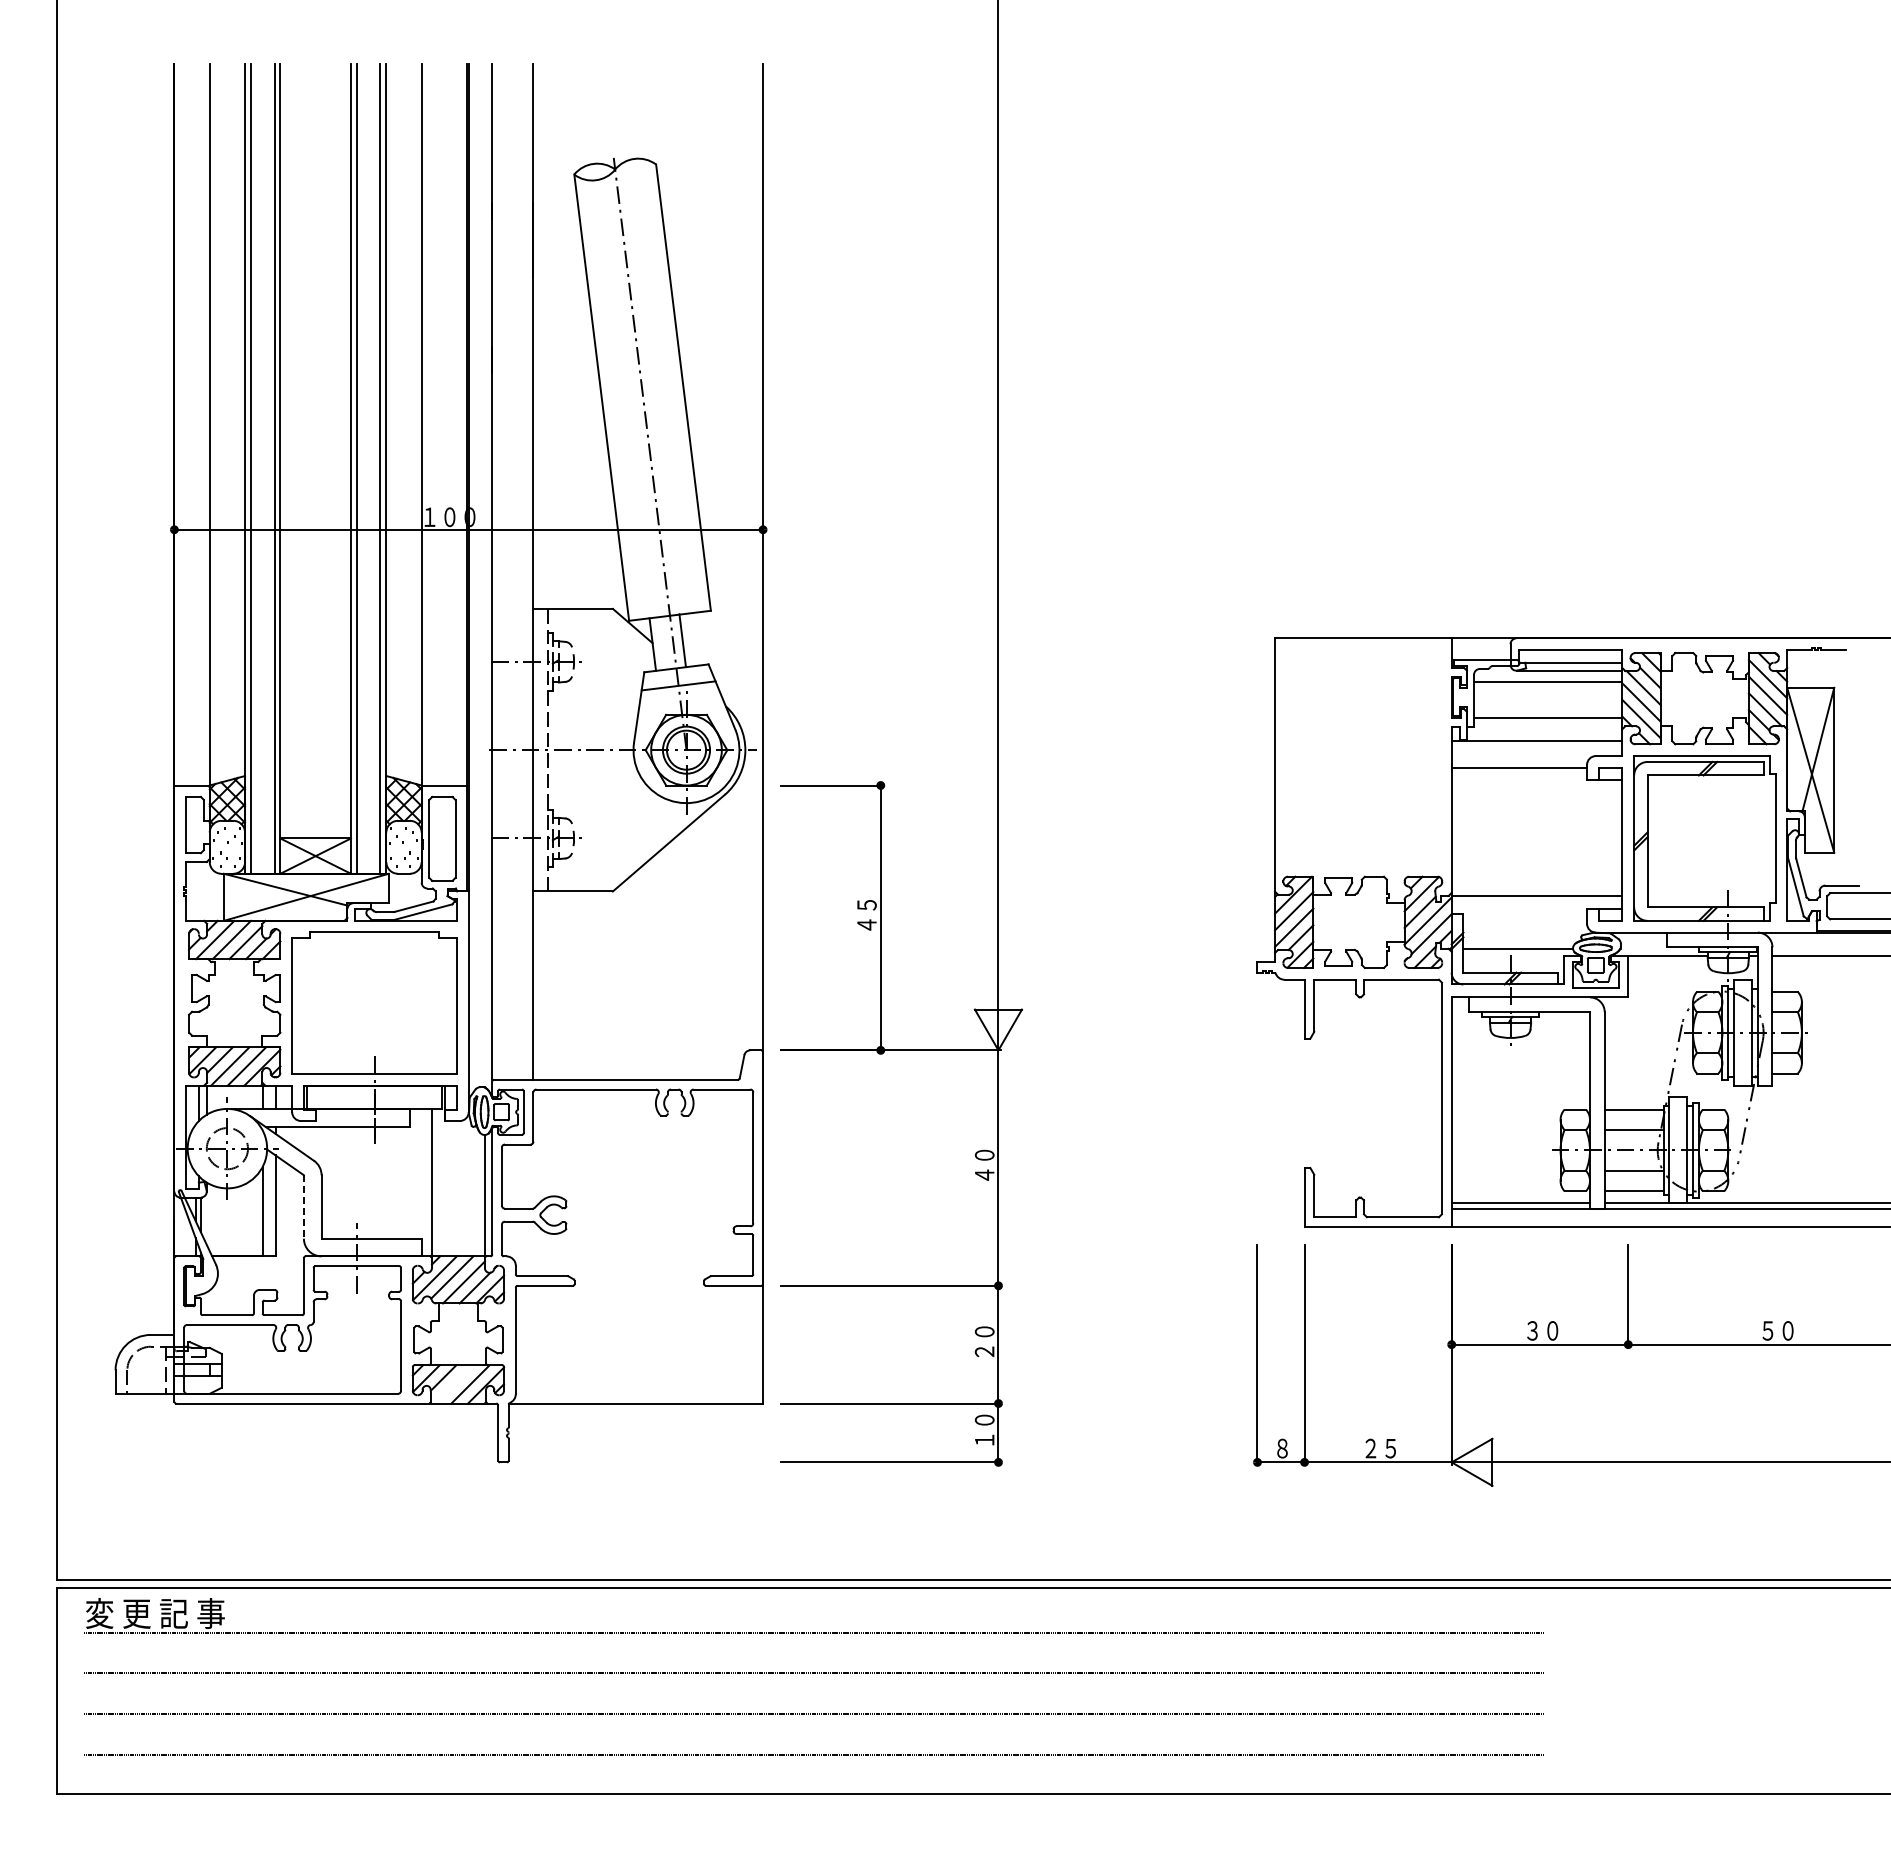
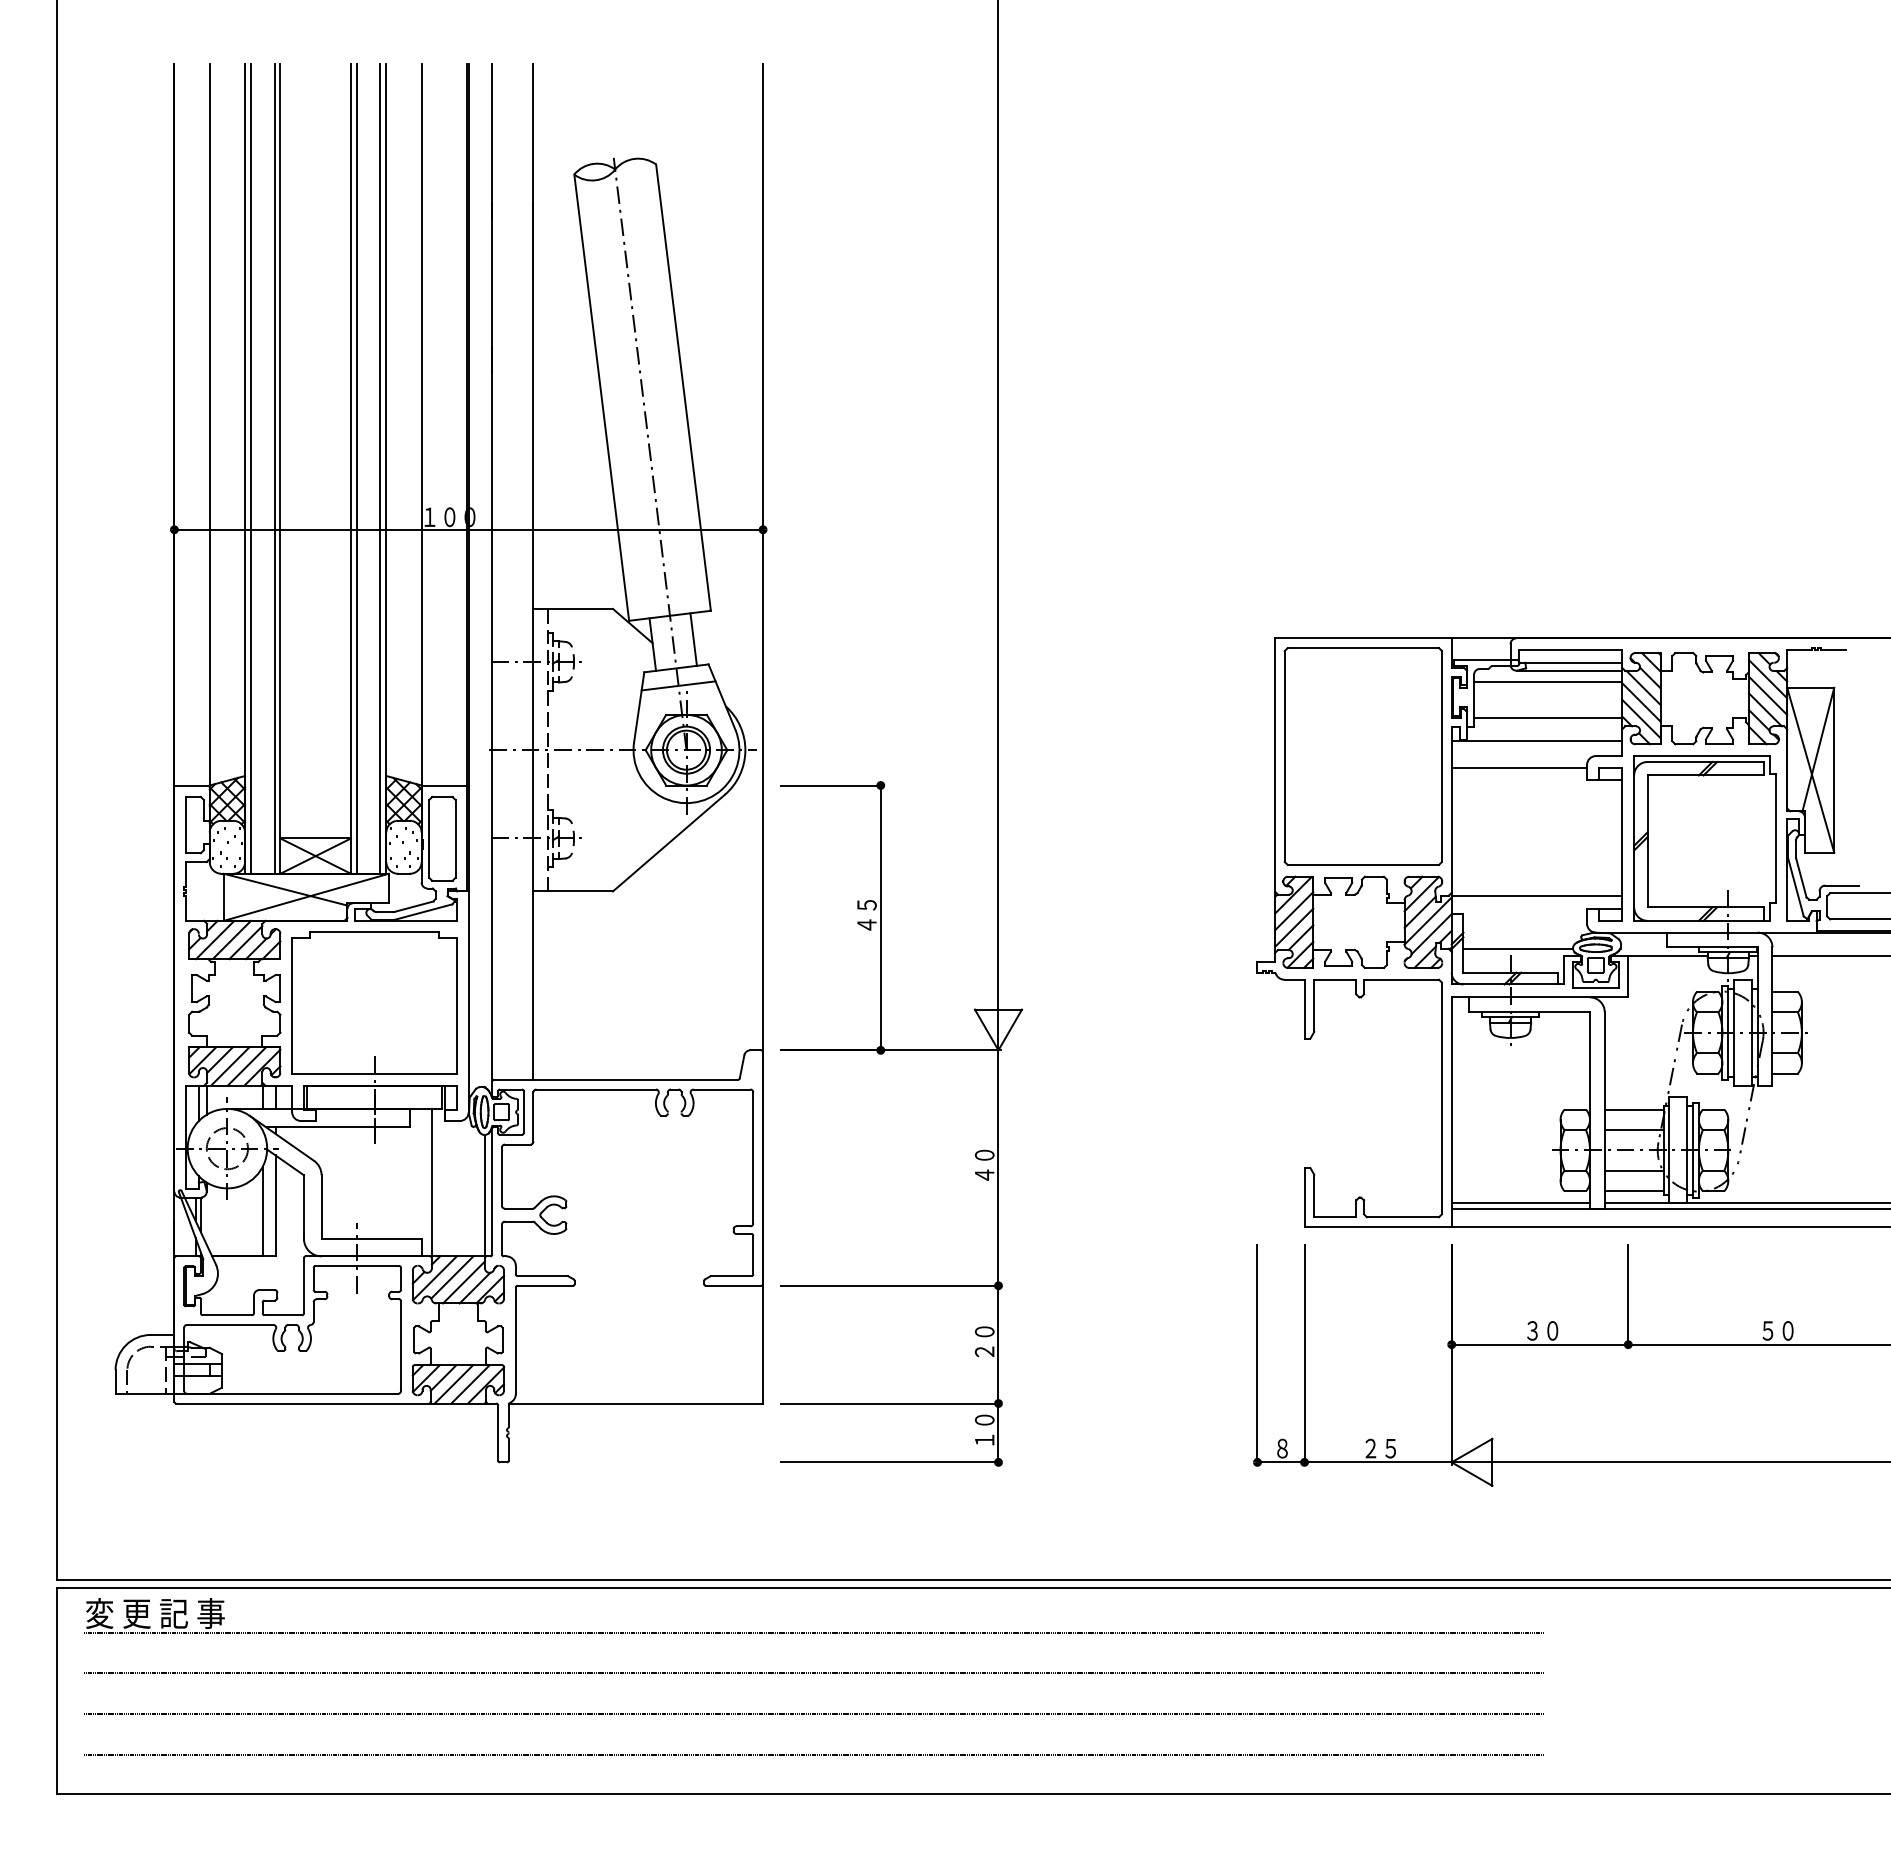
line at (682, 640) position: (682, 640) -> (693, 639)
part at (1362, 756): none -> present
line at (303, 1206): dashed -> solid
line at (453, 1384): none -> present
